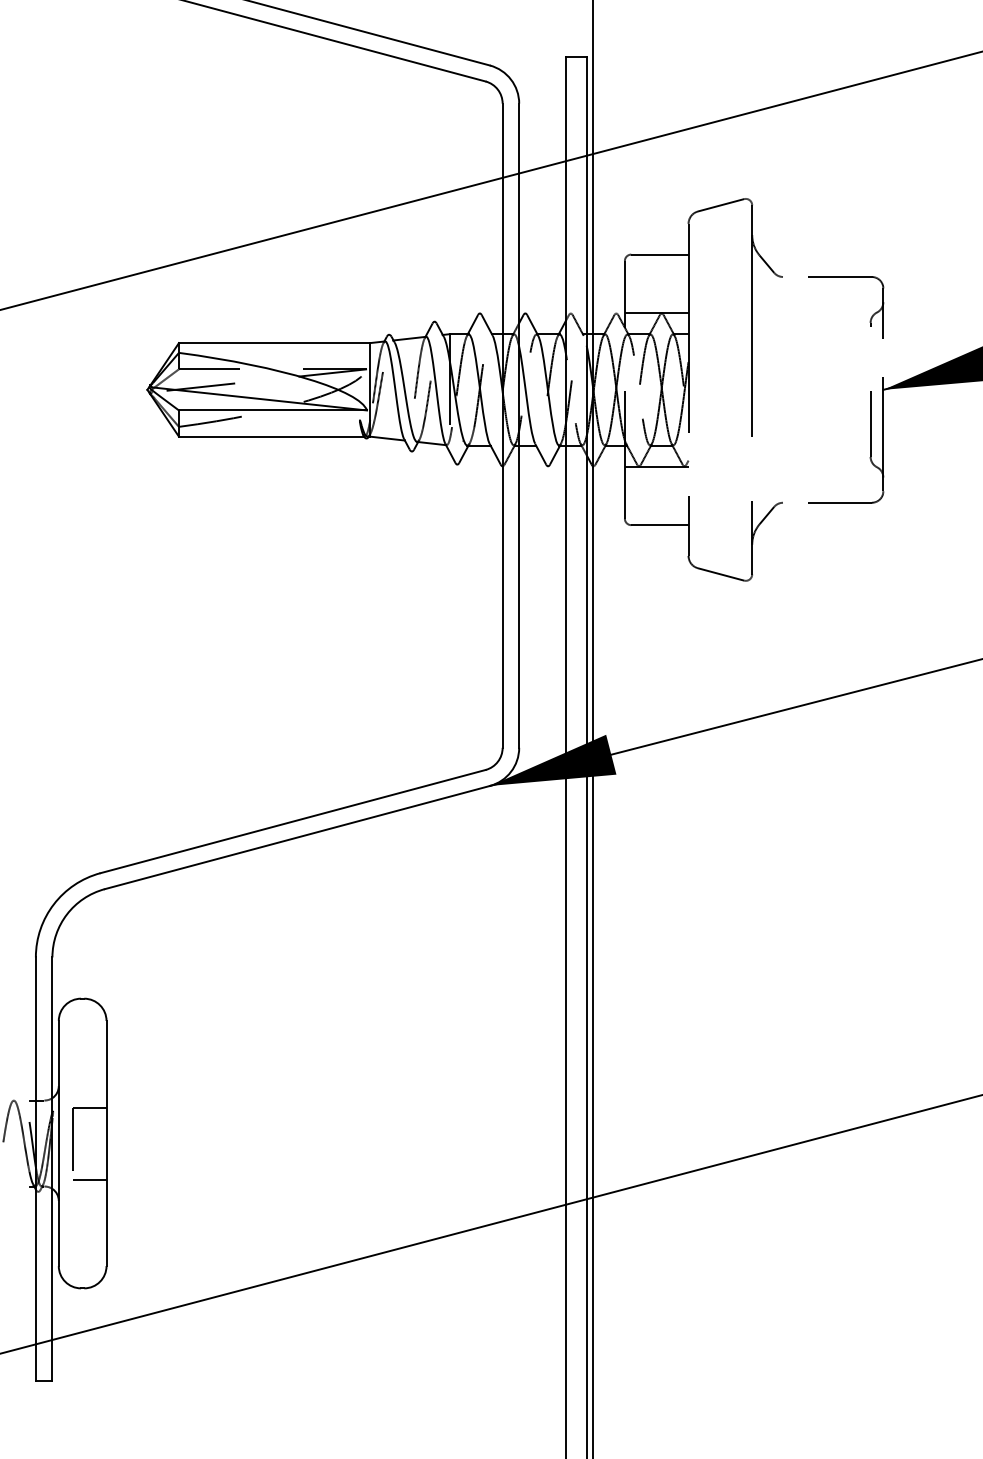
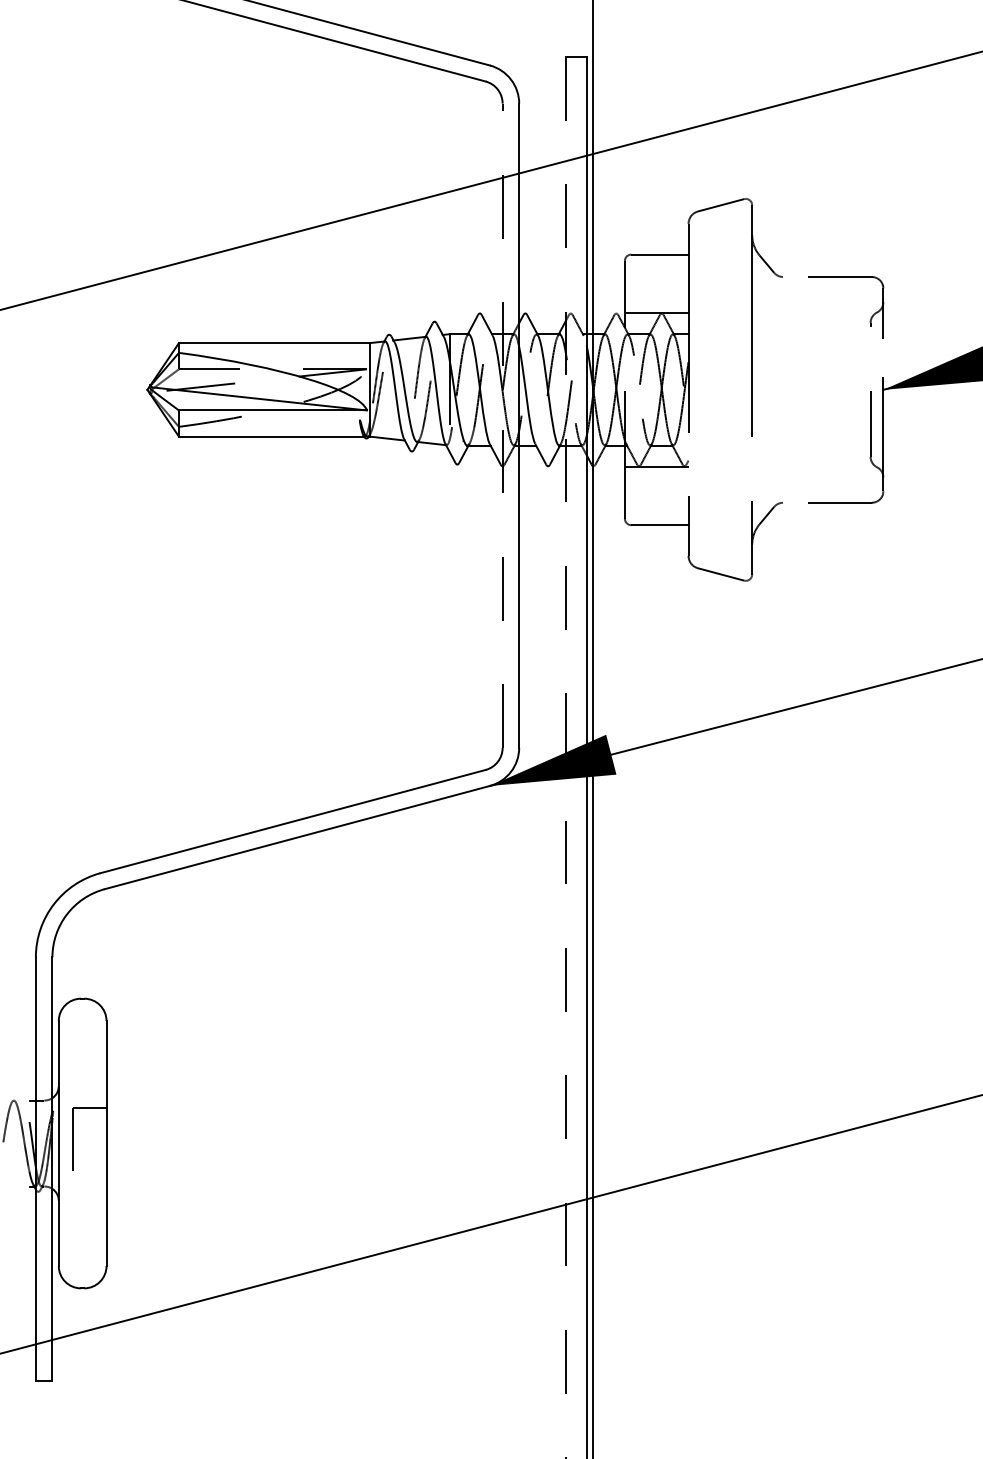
line at (502, 425): solid -> dashed
line at (566, 757): solid -> dashed
line at (89, 1179): present -> none
